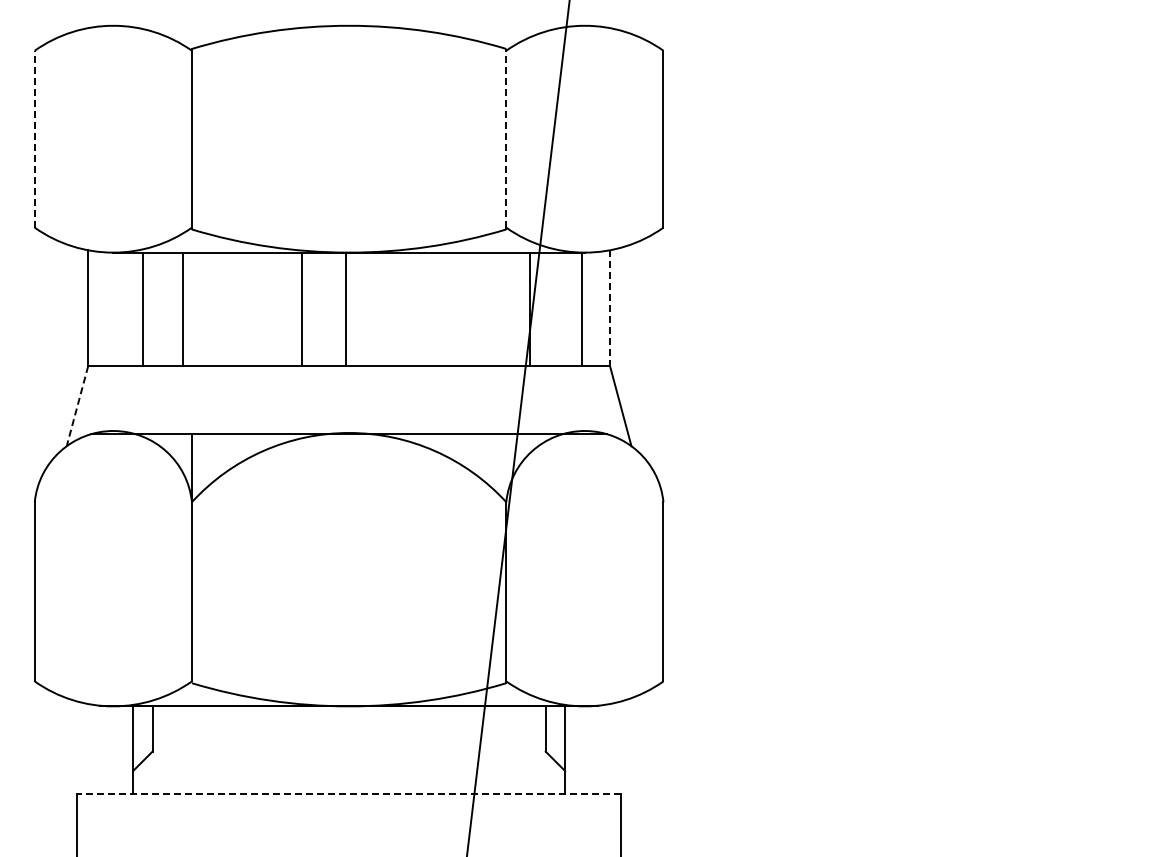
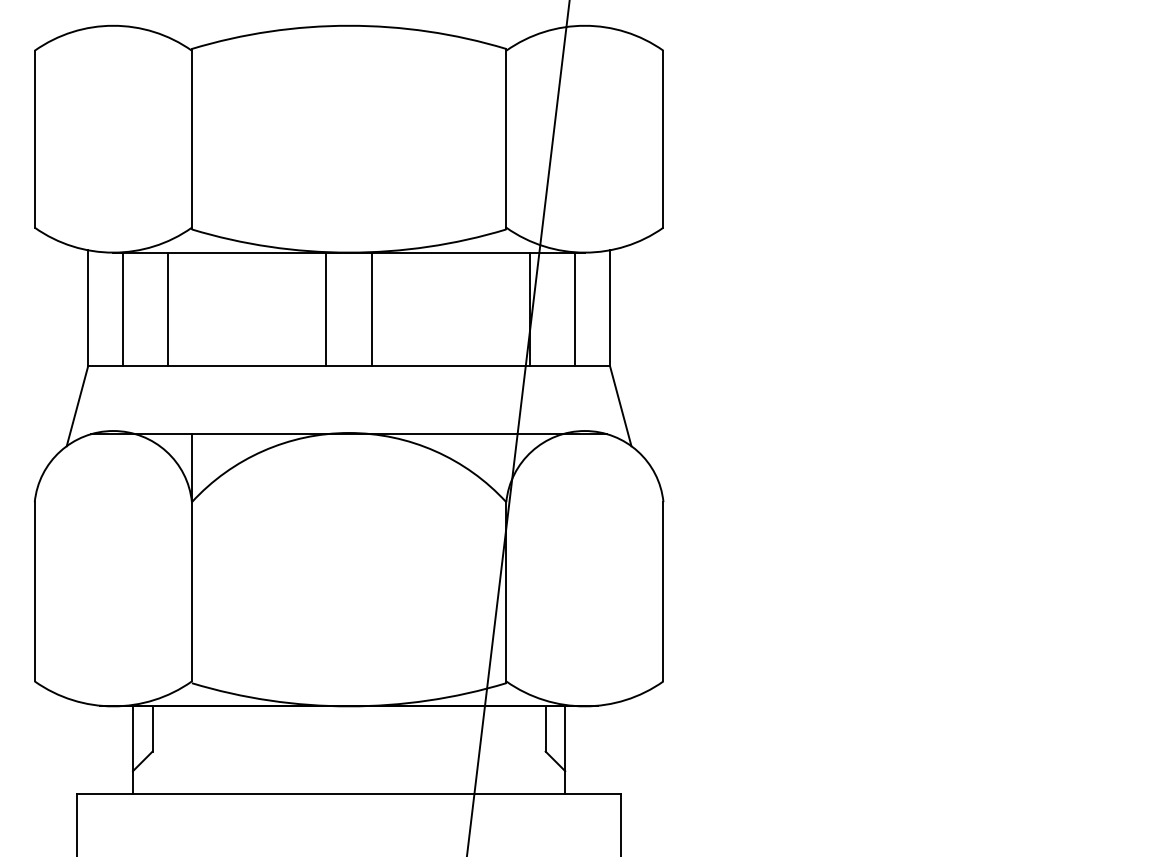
line at (506, 137): dashed -> solid
line at (34, 138): dashed -> solid
line at (610, 308): dashed -> solid
line at (142, 309) position: (142, 309) -> (122, 309)
line at (183, 309) position: (183, 309) -> (168, 309)
line at (302, 309) position: (302, 309) -> (326, 309)
line at (345, 309) position: (345, 309) -> (371, 309)
line at (582, 309) position: (582, 309) -> (575, 309)
line at (77, 406): dashed -> solid
line at (348, 793): dashed -> solid
